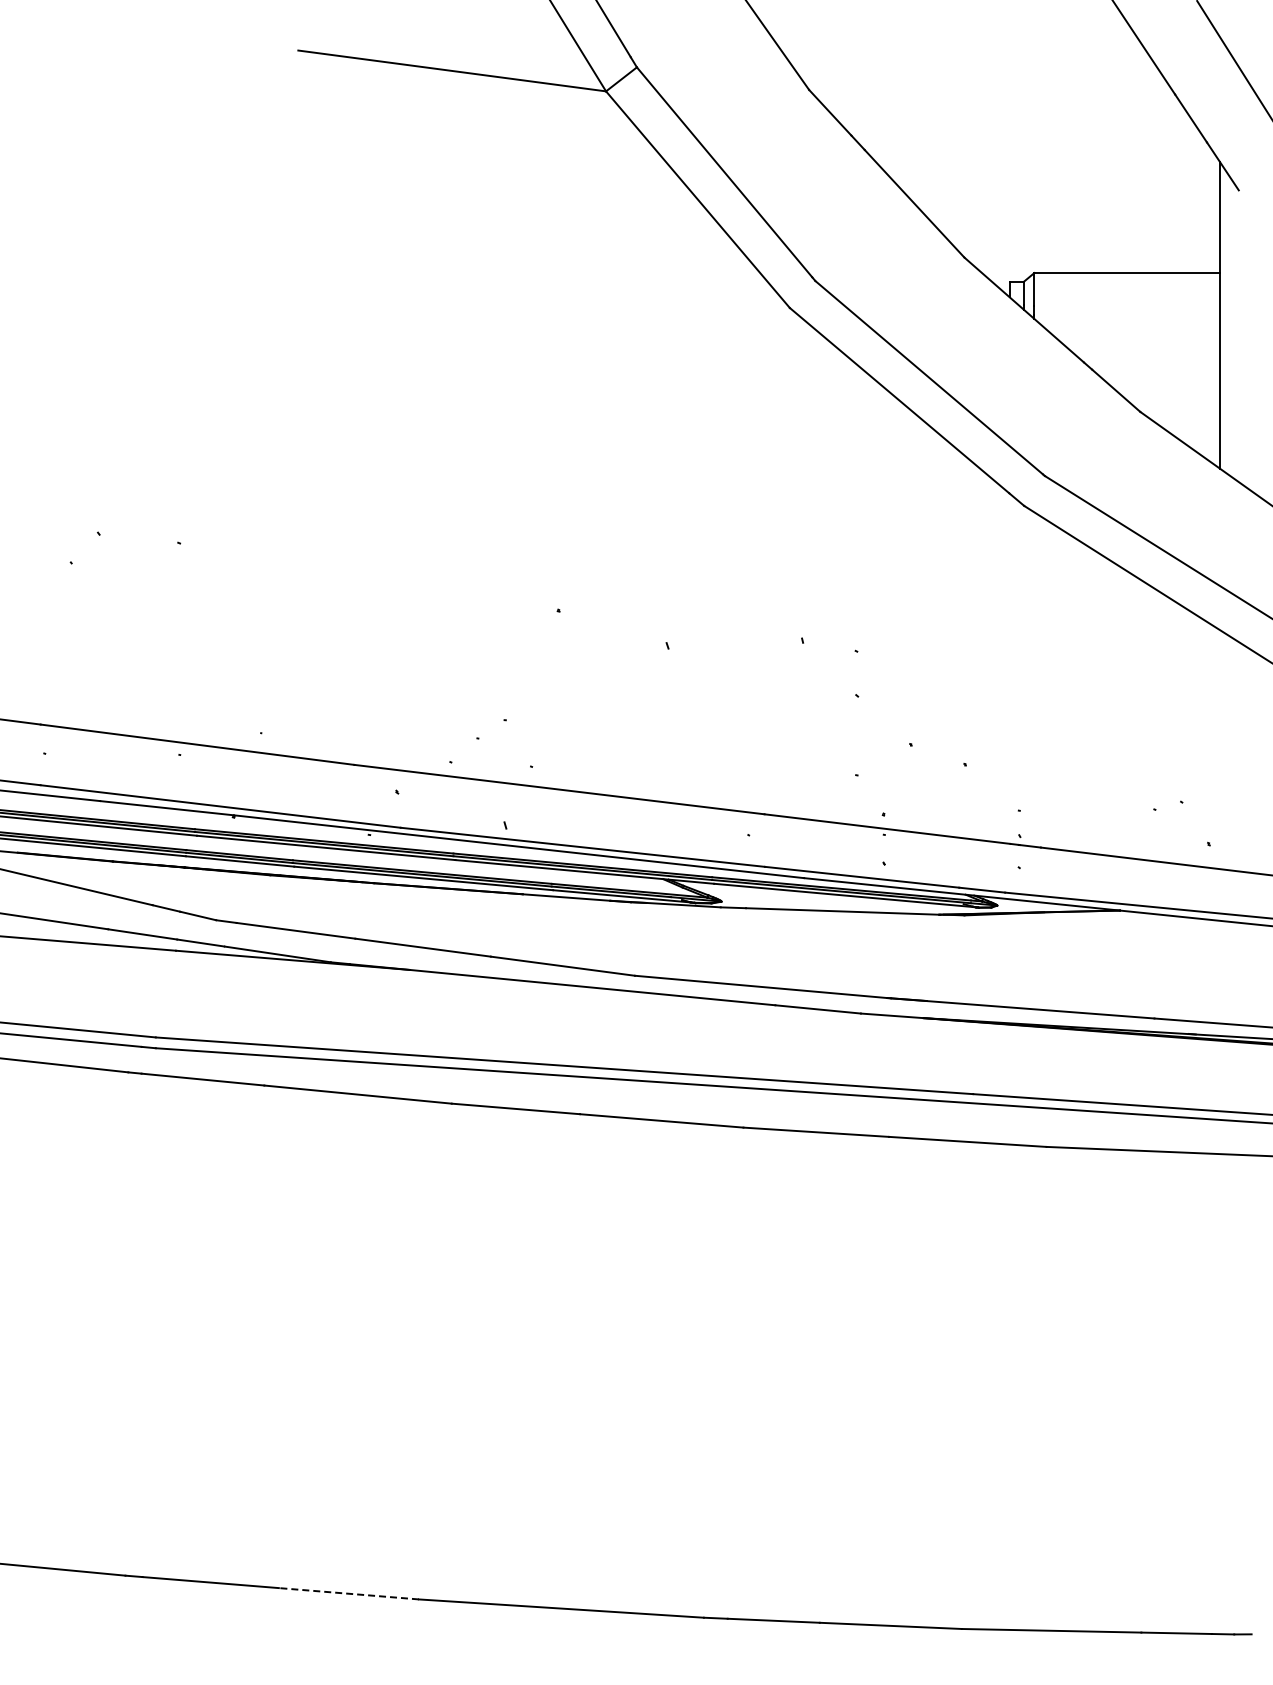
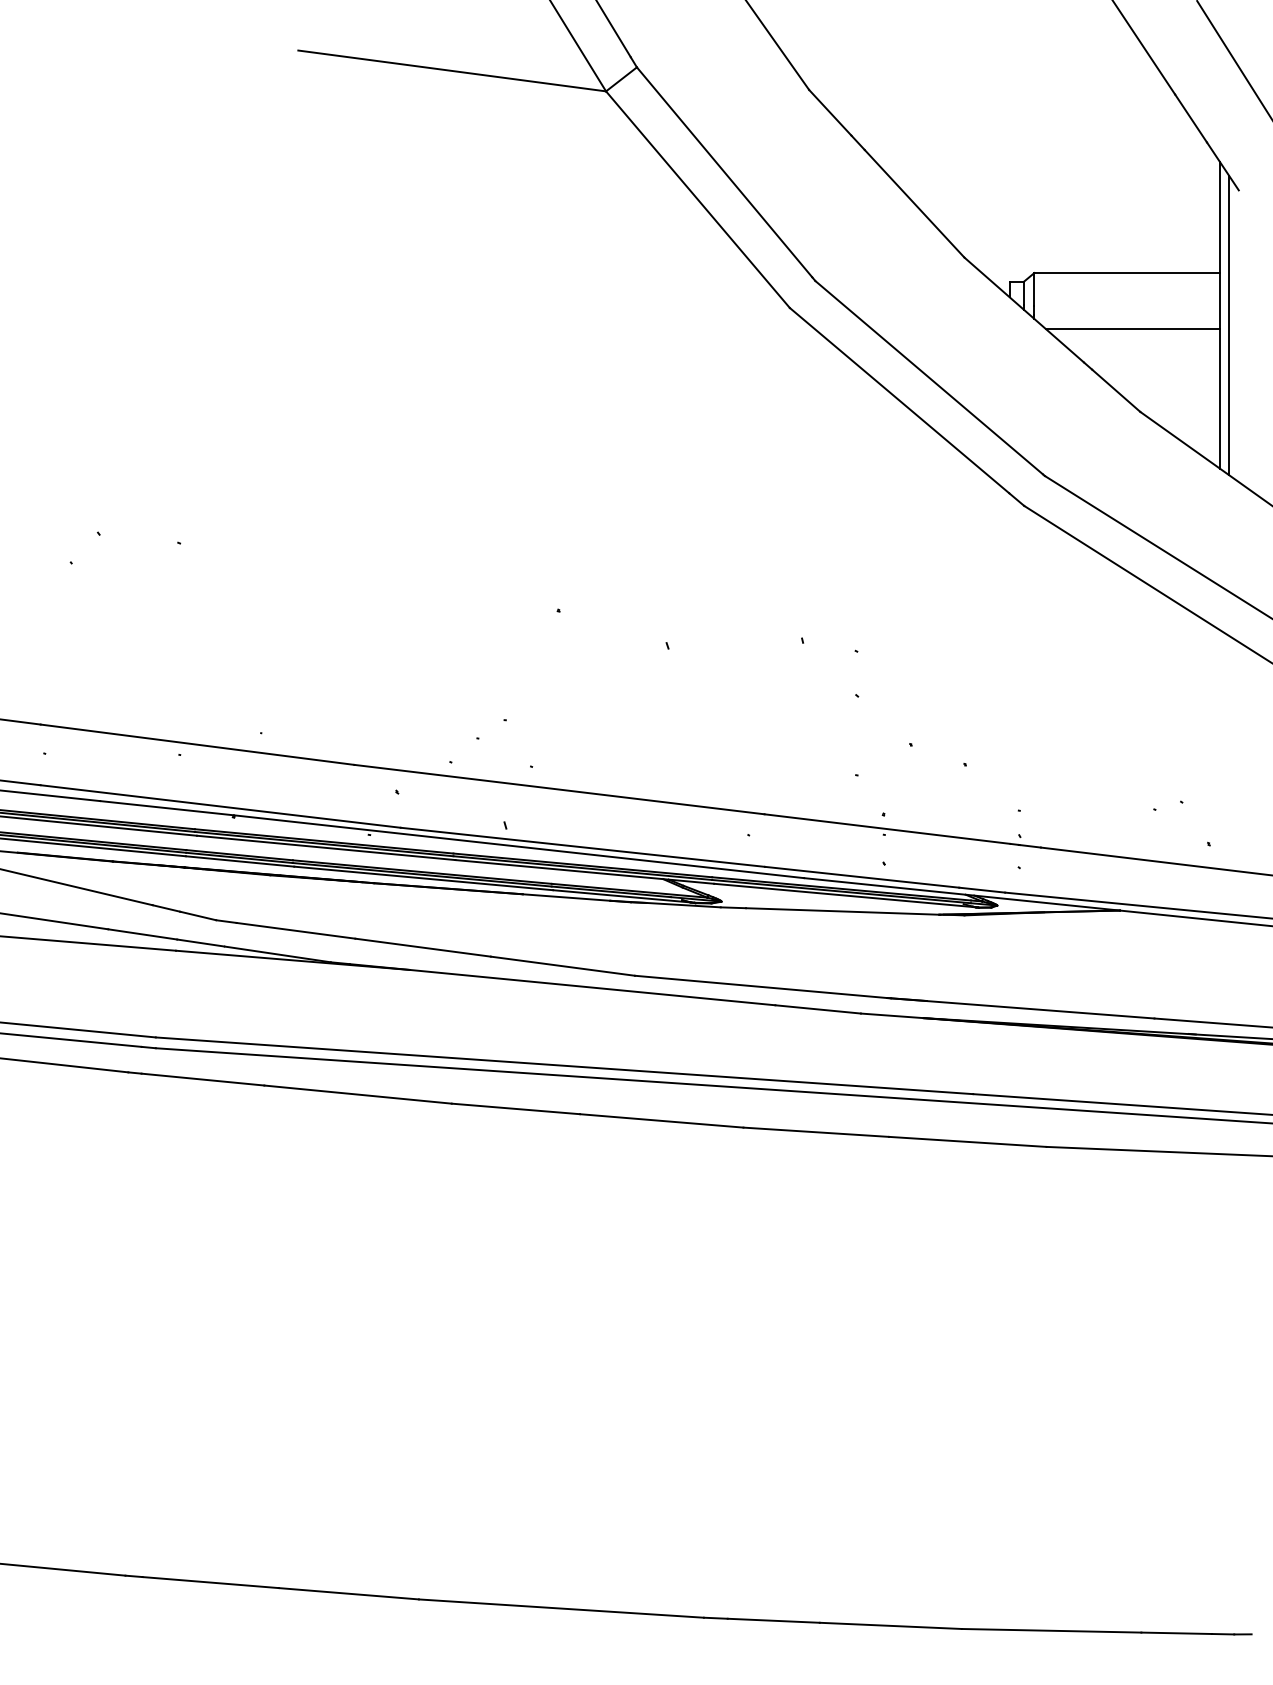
line at (1229, 325): none -> present
line at (1132, 329): none -> present
line at (348, 1593): dashed -> solid
